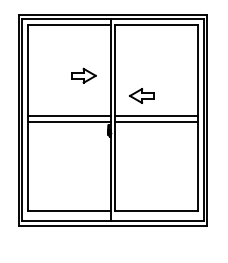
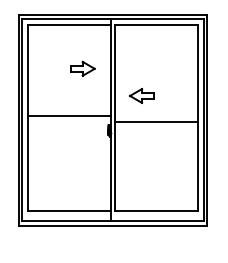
part at (83, 75) position: (83, 75) -> (82, 68)
line at (155, 116): present -> none
line at (69, 122): present -> none
